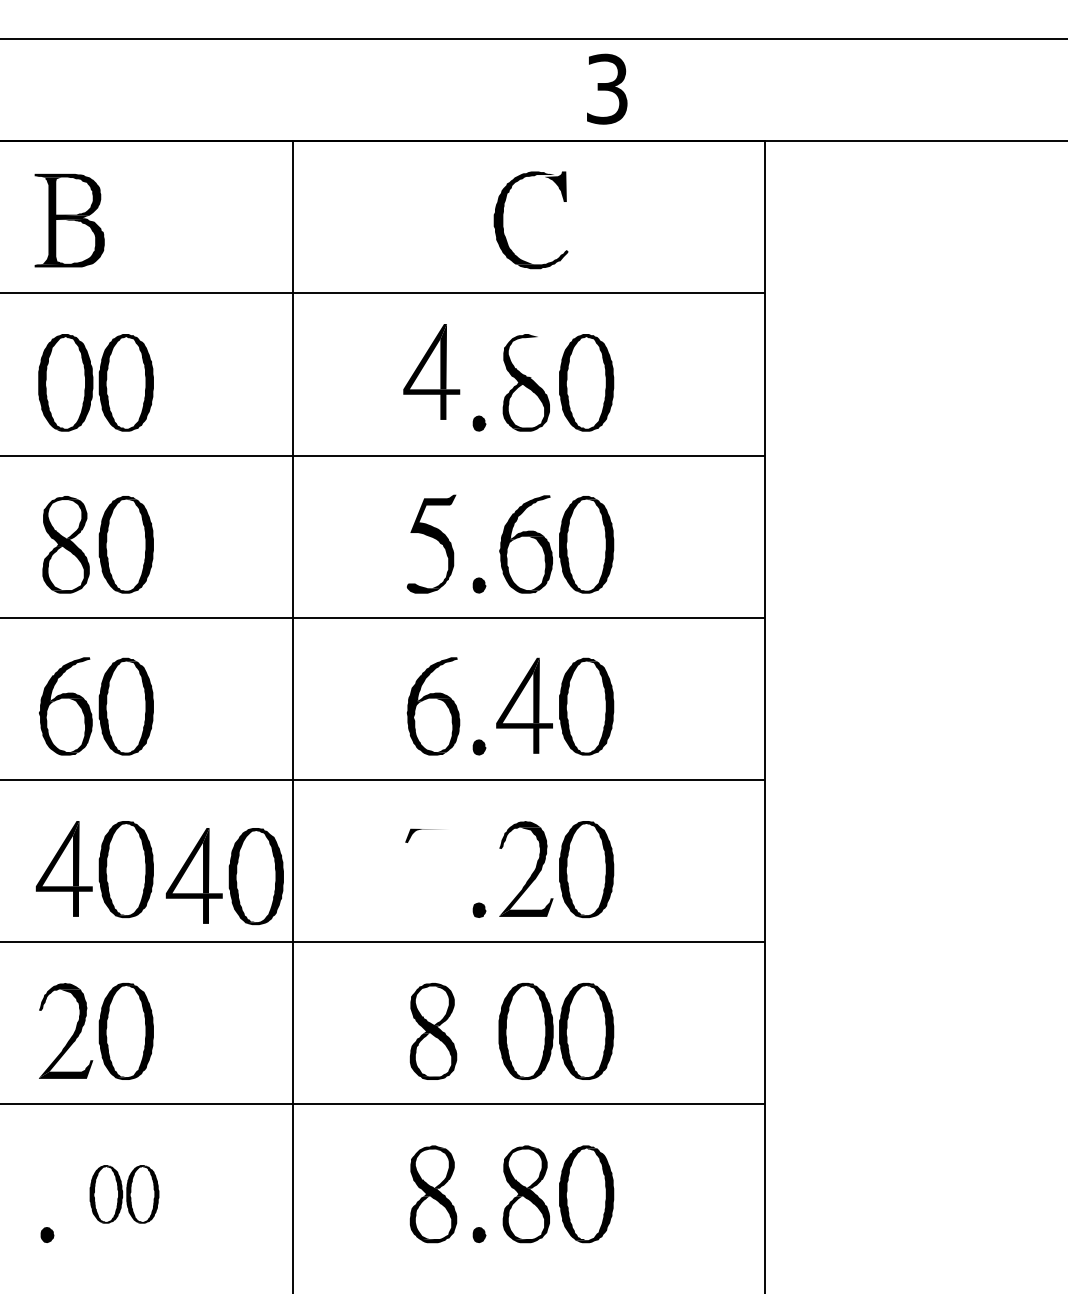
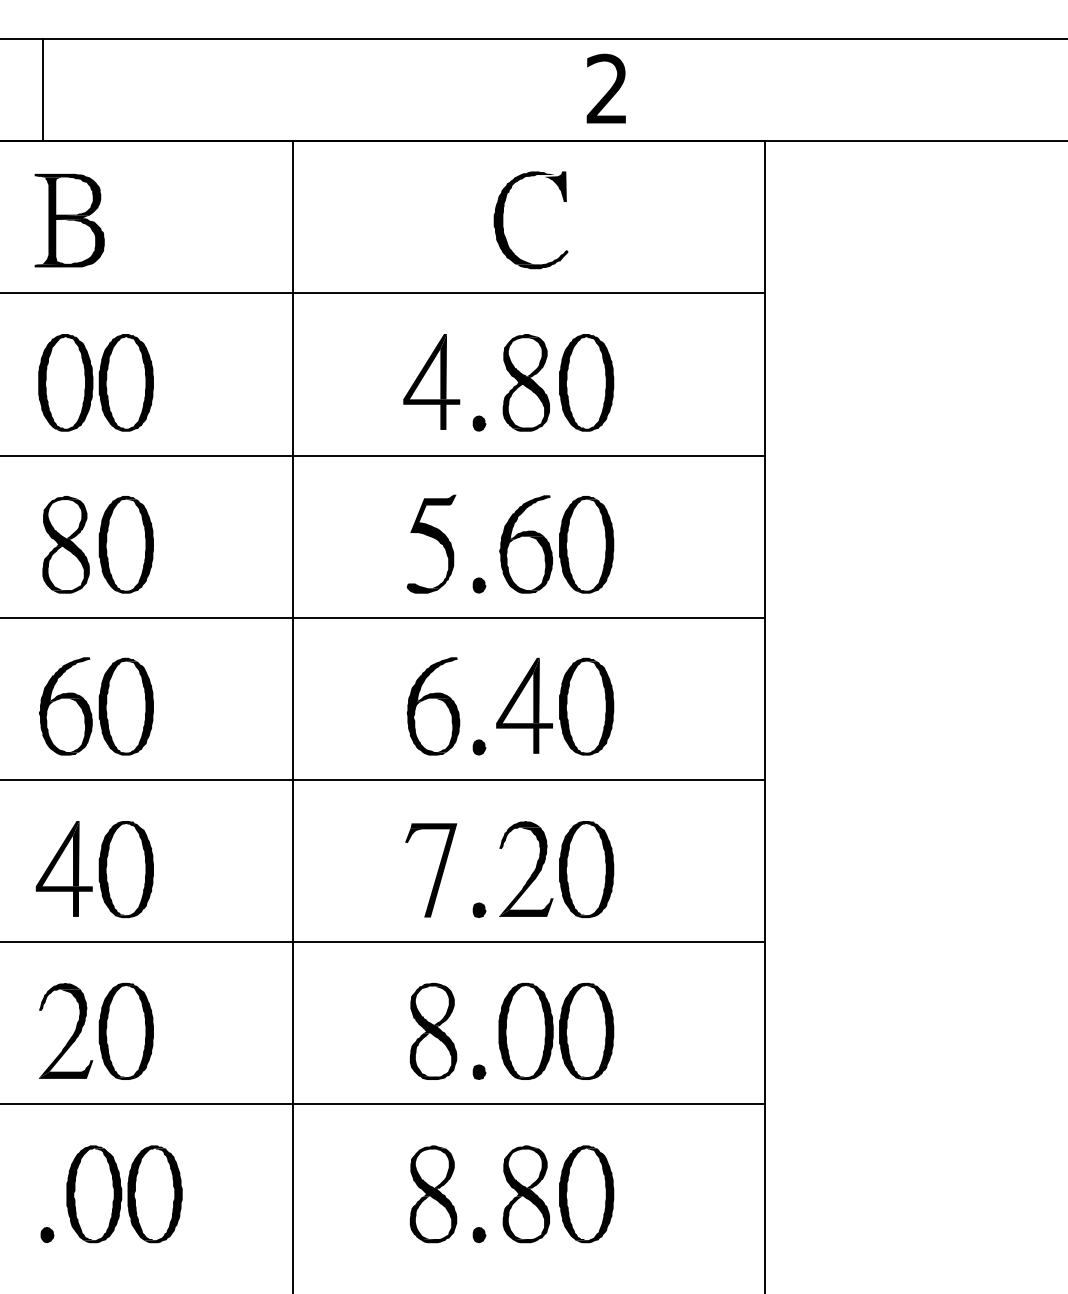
text at (606, 88): 3 -> 2
line at (42, 89): none -> present
fill at (536, 357): none -> present
part at (431, 371) position: (431, 371) -> (431, 381)
fill at (433, 870): none -> present
part at (224, 876): present -> none
fill at (479, 1072): none -> present
part at (124, 1194) size: 71x59 px -> 117x99 px
